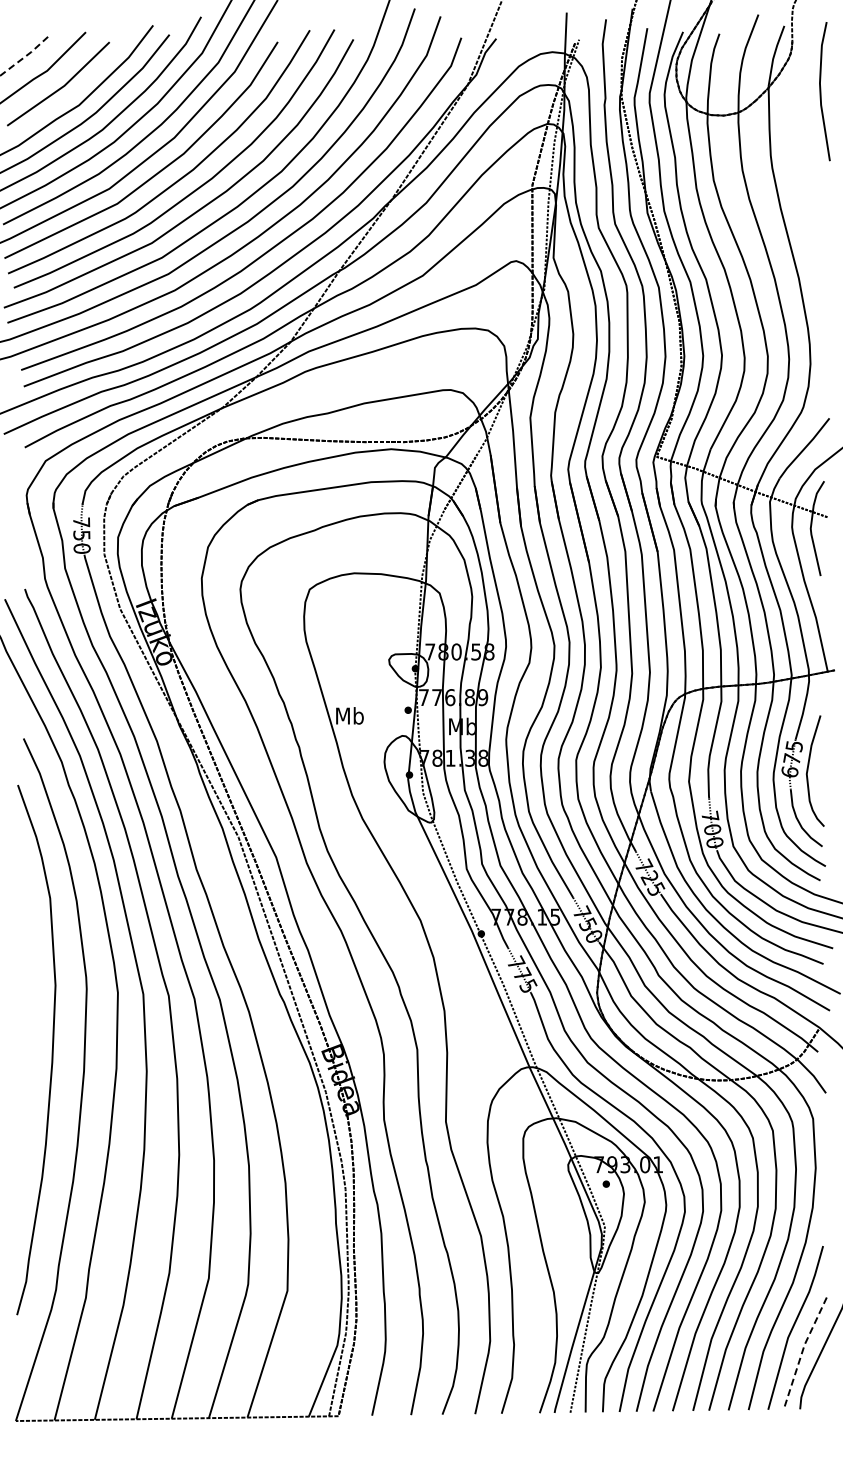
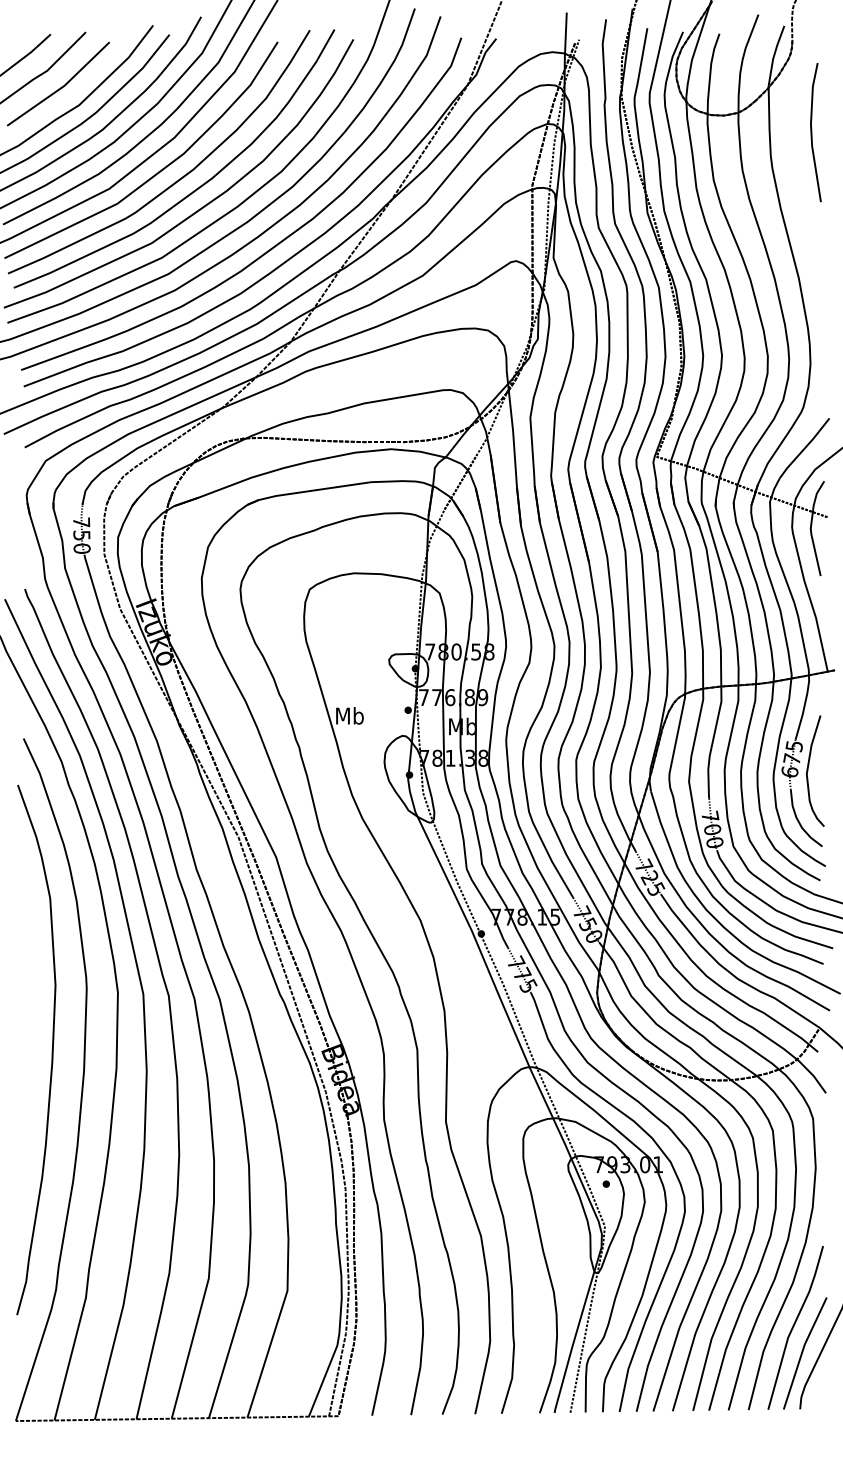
line at (27, 54): dashed -> solid
line at (821, 91) position: (821, 91) -> (812, 132)
line at (802, 1352): dashed -> solid
